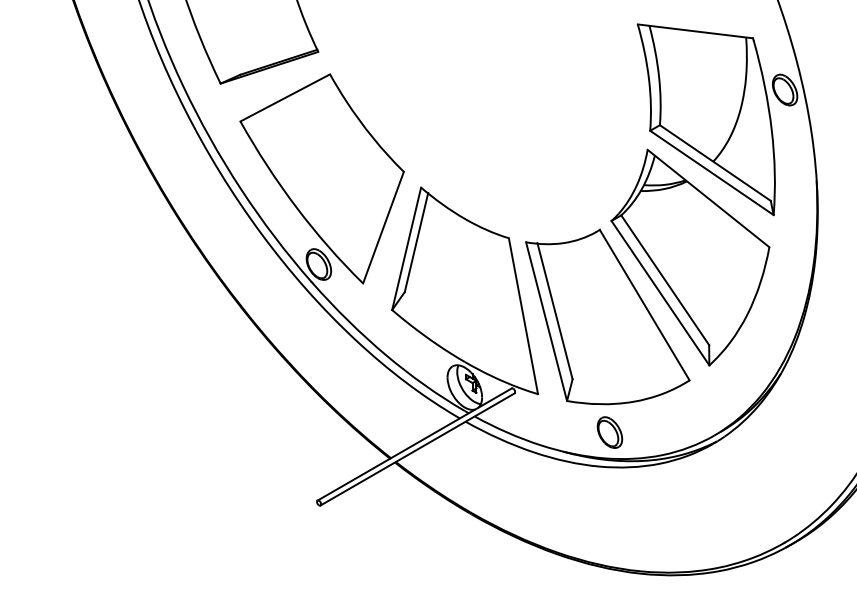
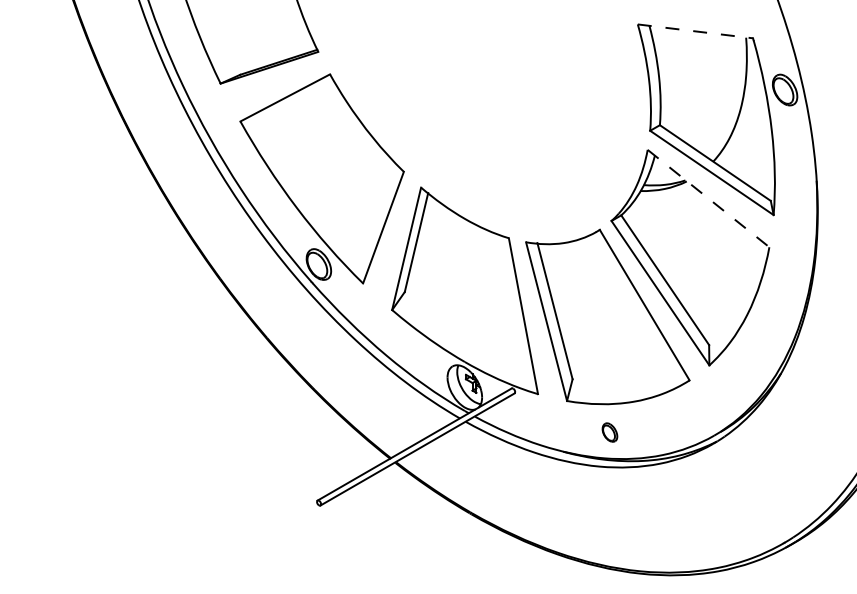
line at (695, 31): solid -> dashed
line at (708, 198): solid -> dashed
part at (609, 432) size: 28x33 px -> 18x21 px
